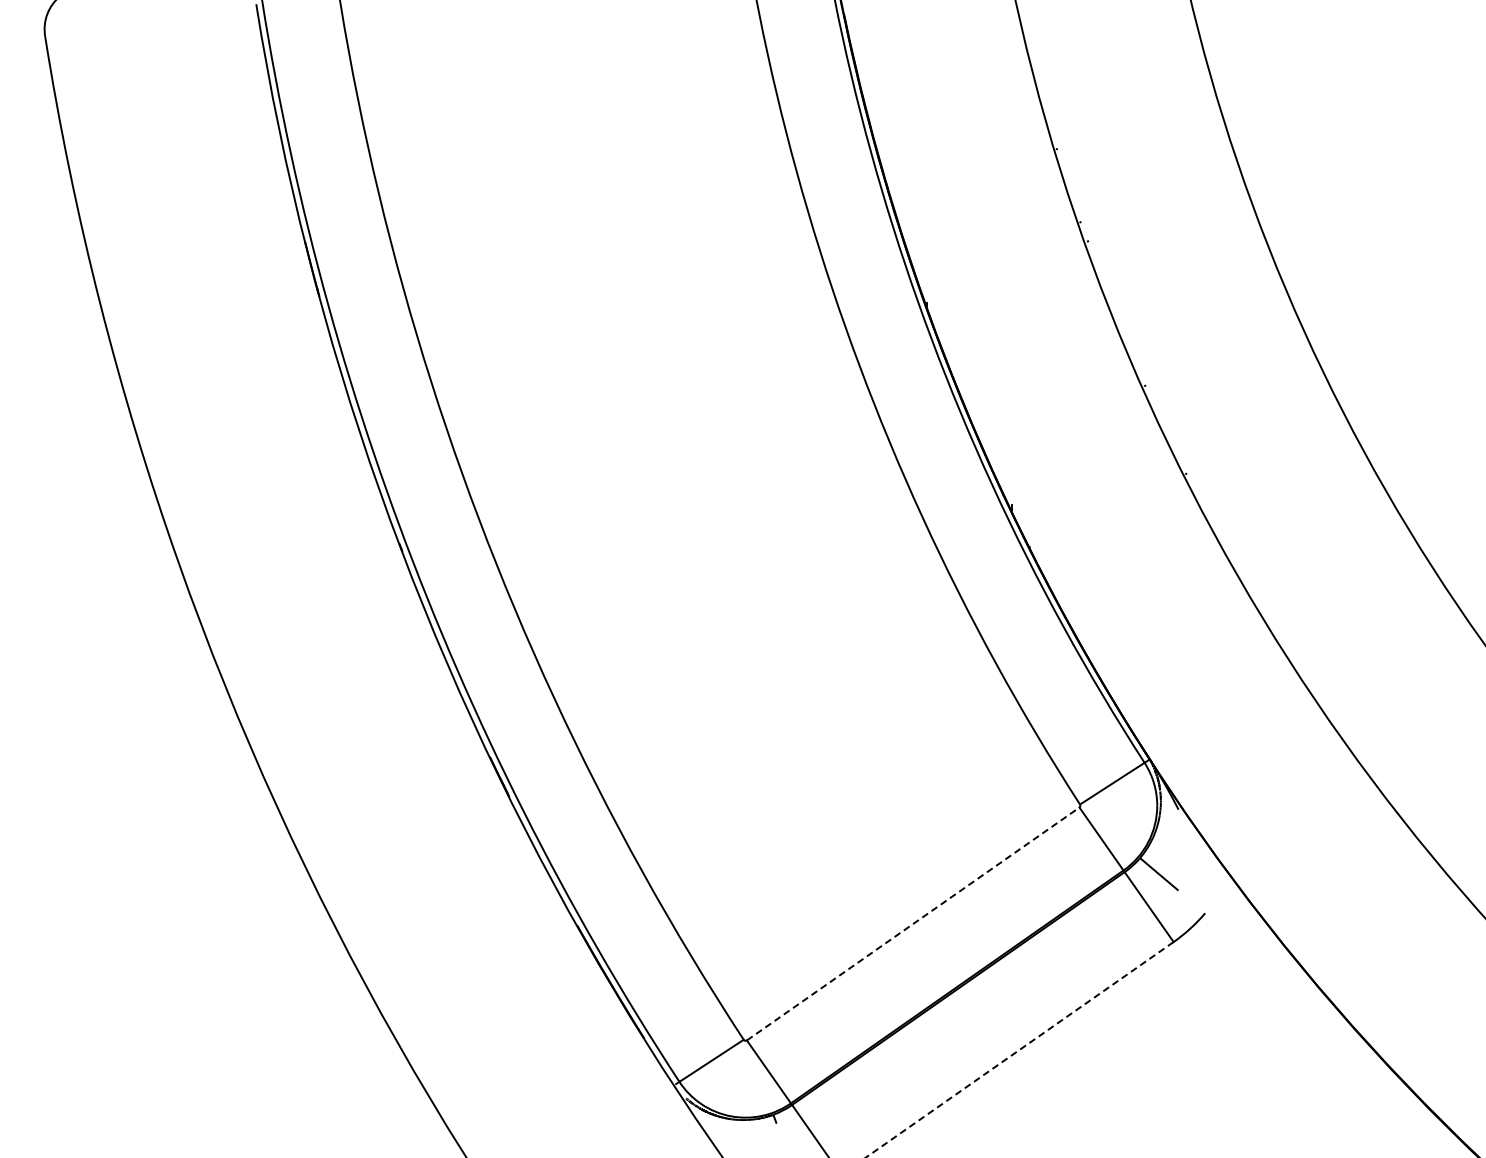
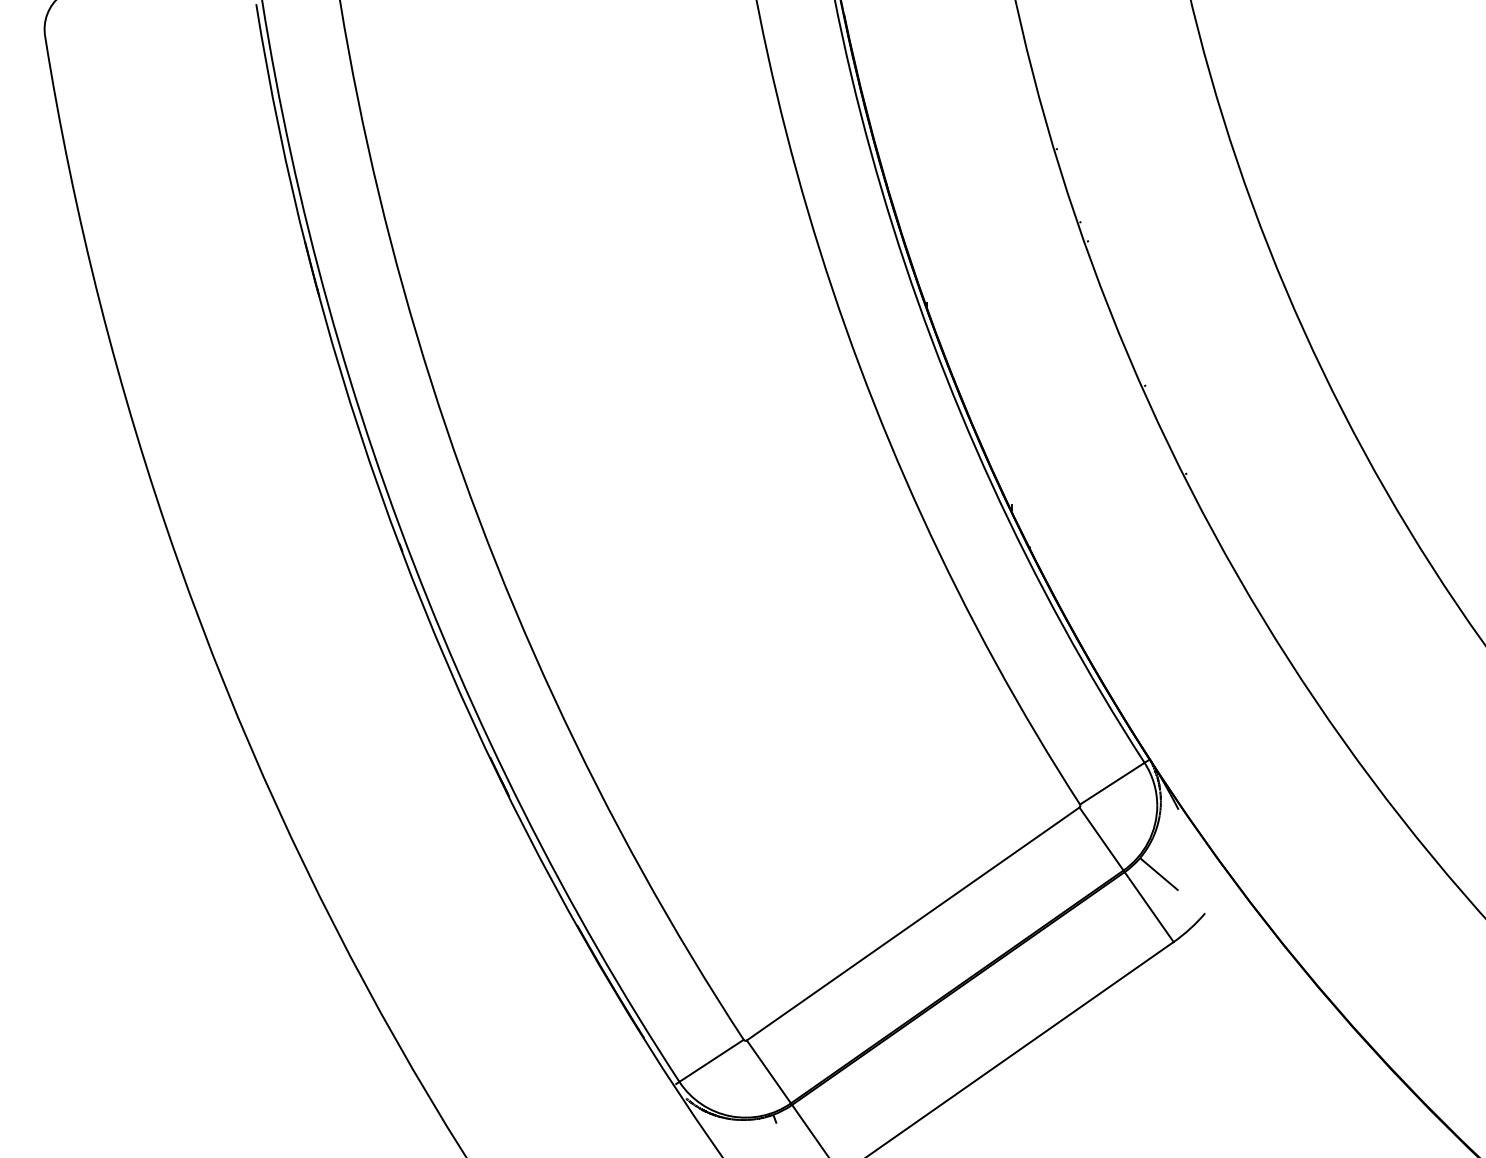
line at (913, 923): dashed -> solid
line at (1019, 1050): dashed -> solid
